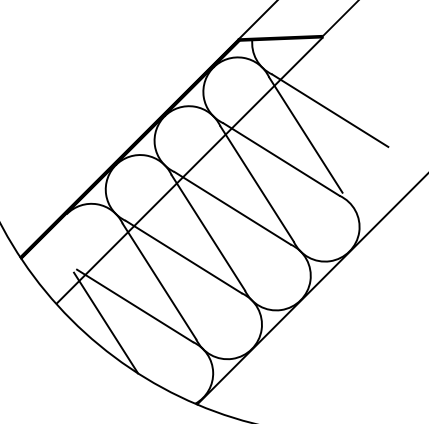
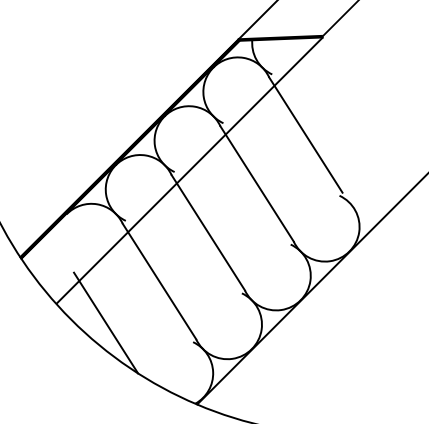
line at (330, 110): present -> none
line at (281, 159): present -> none
line at (232, 208): present -> none
line at (183, 256): present -> none
line at (135, 305): present -> none
